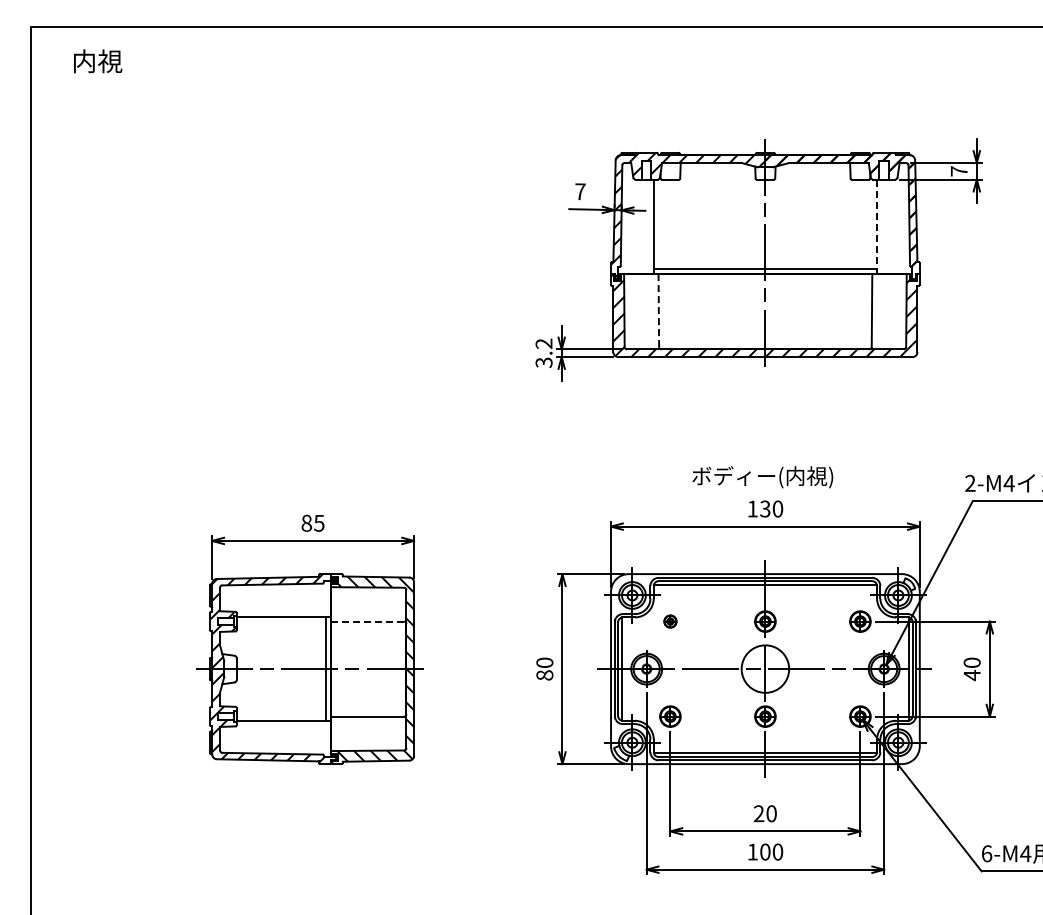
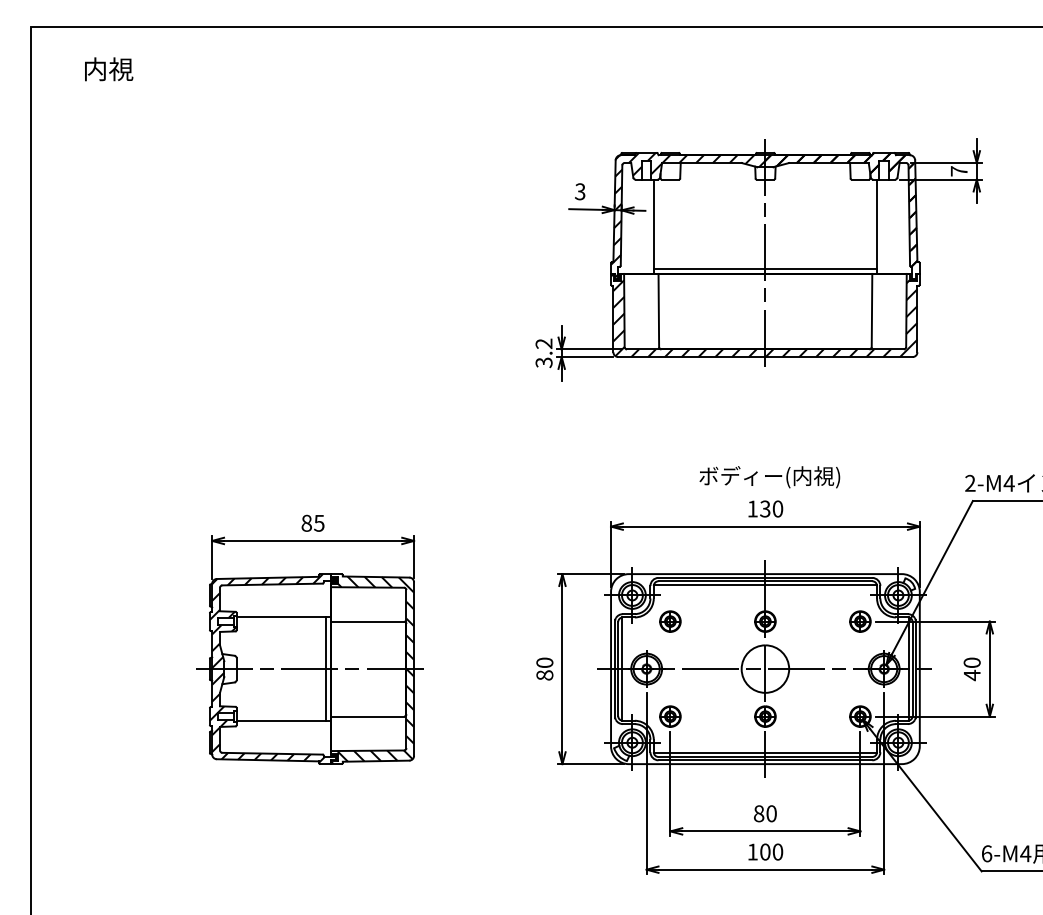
text at (98, 61) position: (98, 61) -> (109, 69)
text at (580, 191): 7 -> 3
line at (877, 227): dashed -> solid
line at (658, 310): dashed -> solid
text at (762, 477) position: (762, 477) -> (769, 477)
line at (367, 621): dashed -> solid
part at (670, 621) size: 15x15 px -> 23x23 px
text at (758, 813): 20 -> 80
